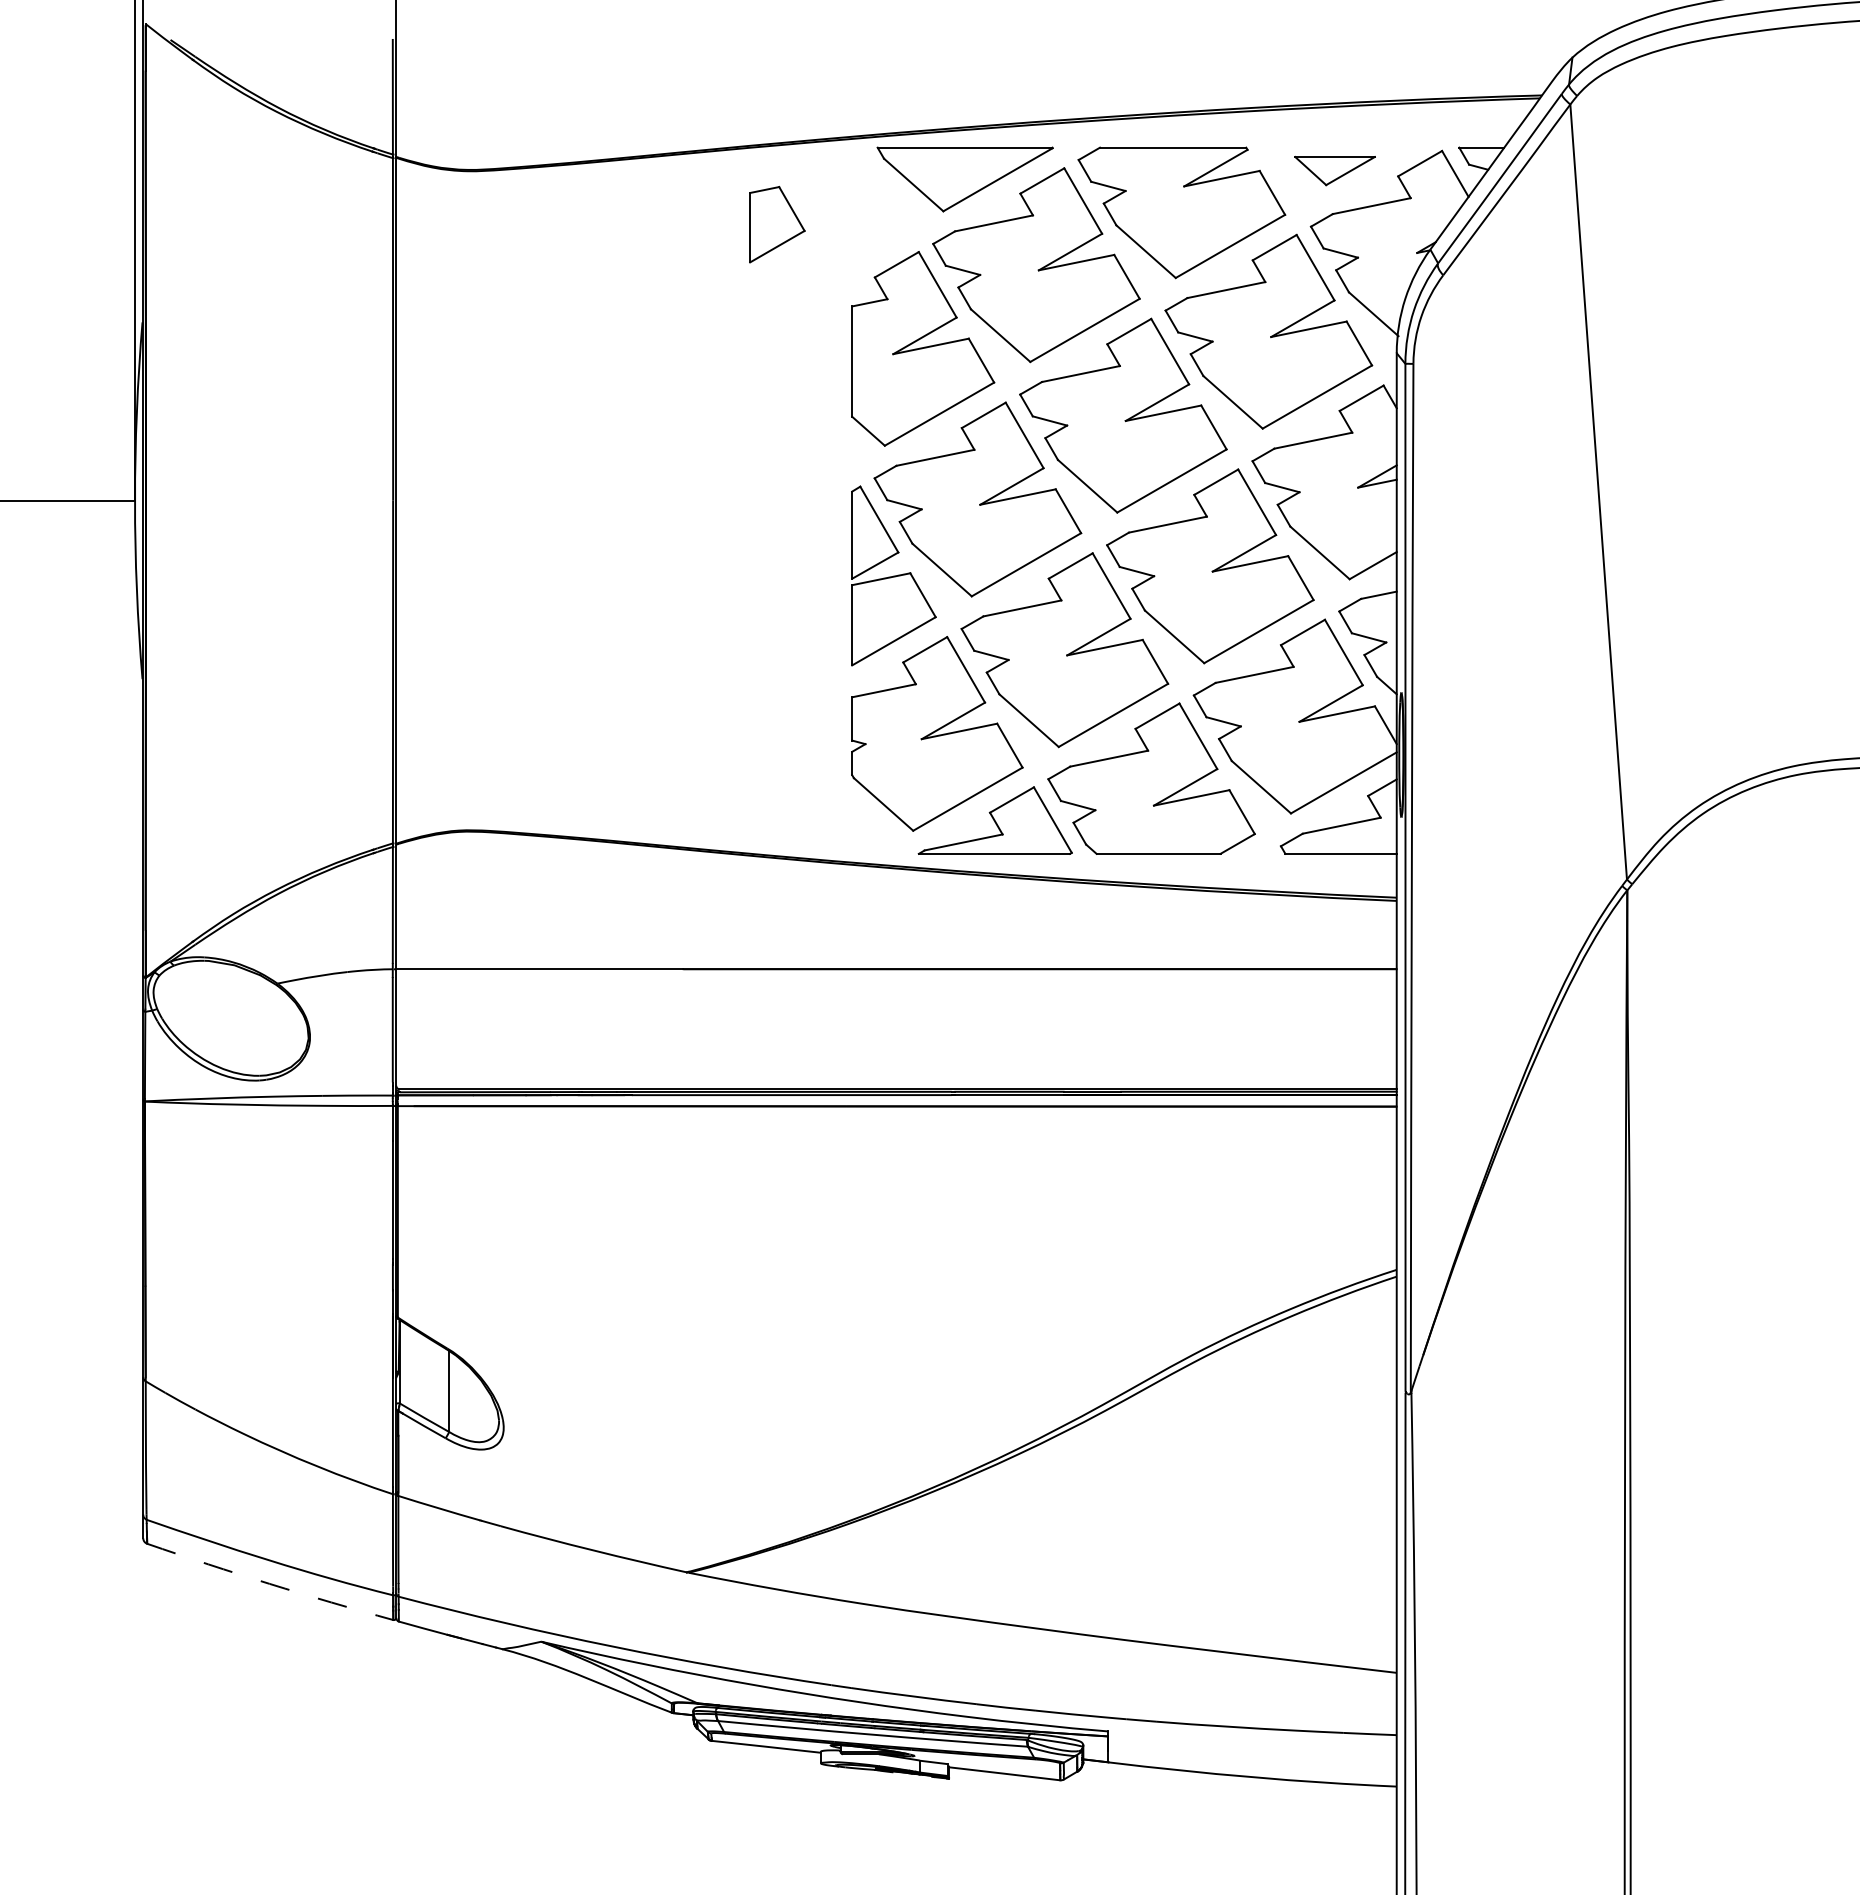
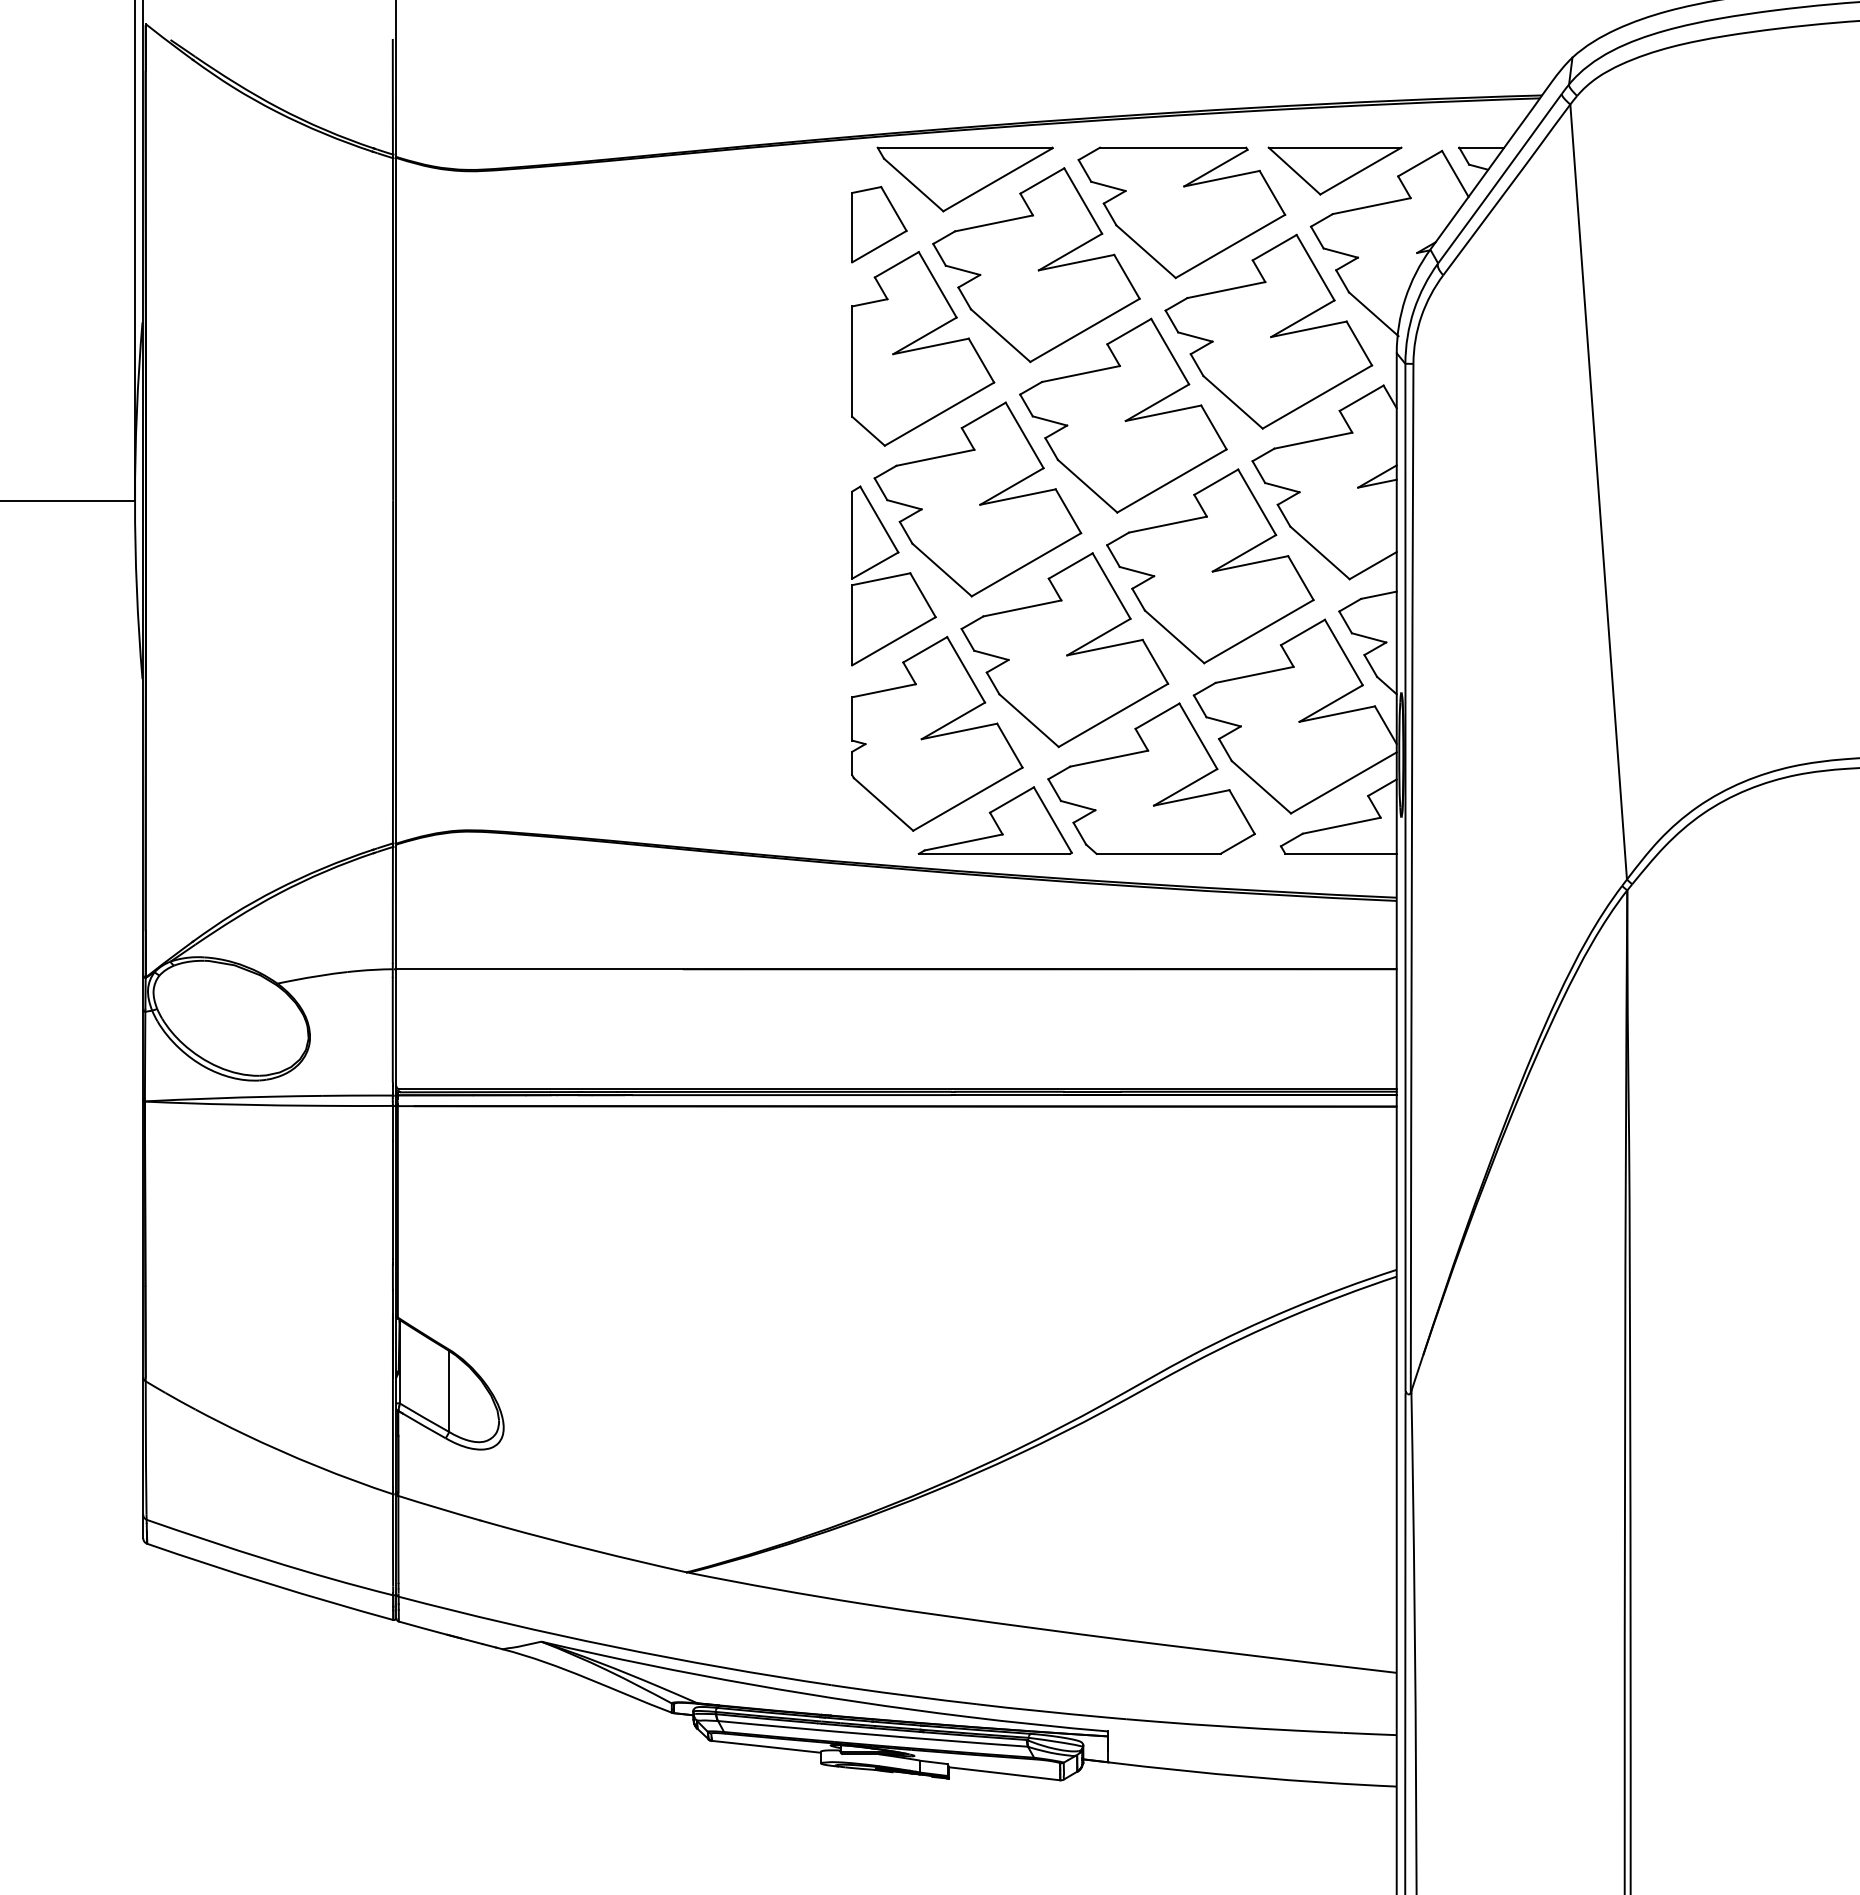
part at (1334, 171) size: 82x31 px -> 136x50 px
part at (777, 224) position: (777, 224) -> (879, 224)
arc at (269, 1583): dashed -> solid
